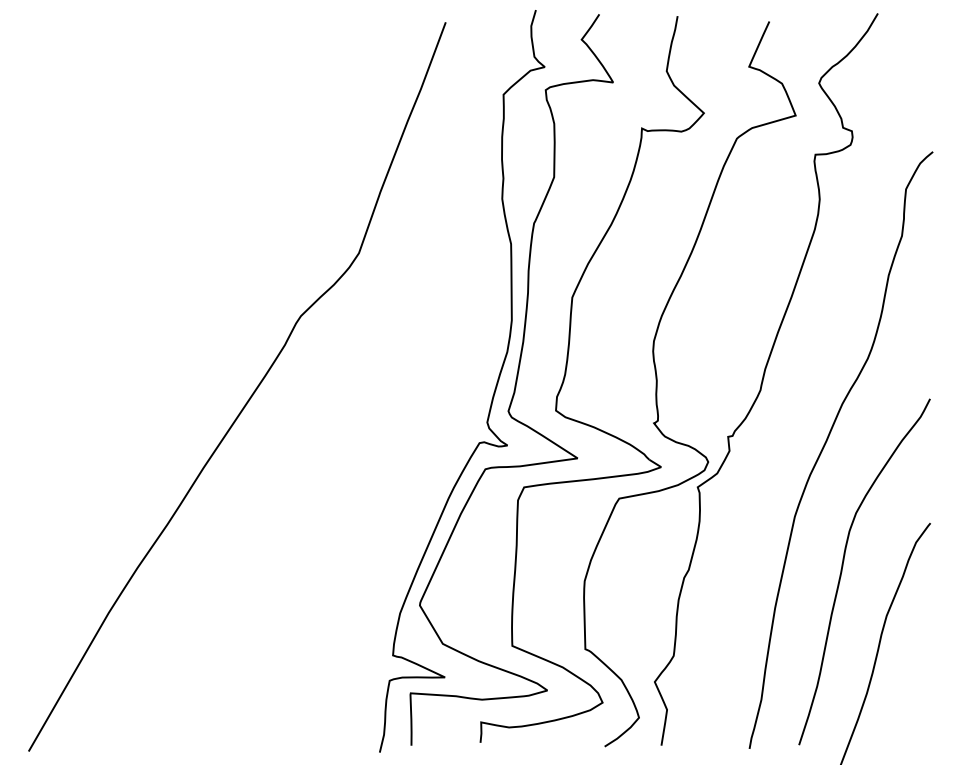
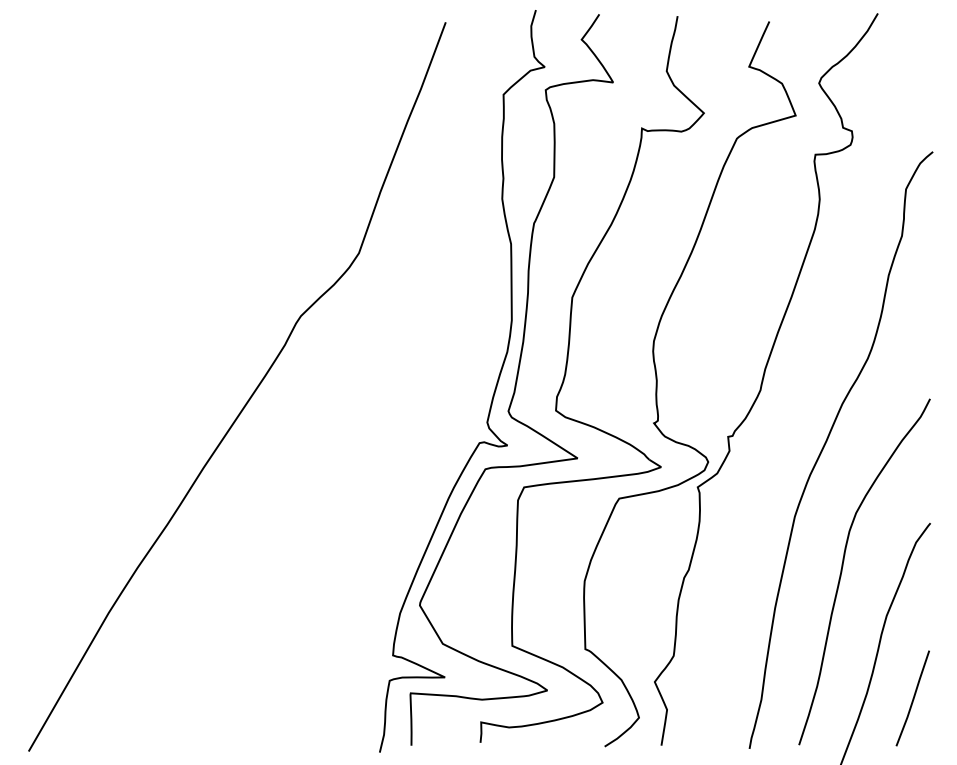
curve at (912, 698): none -> present
